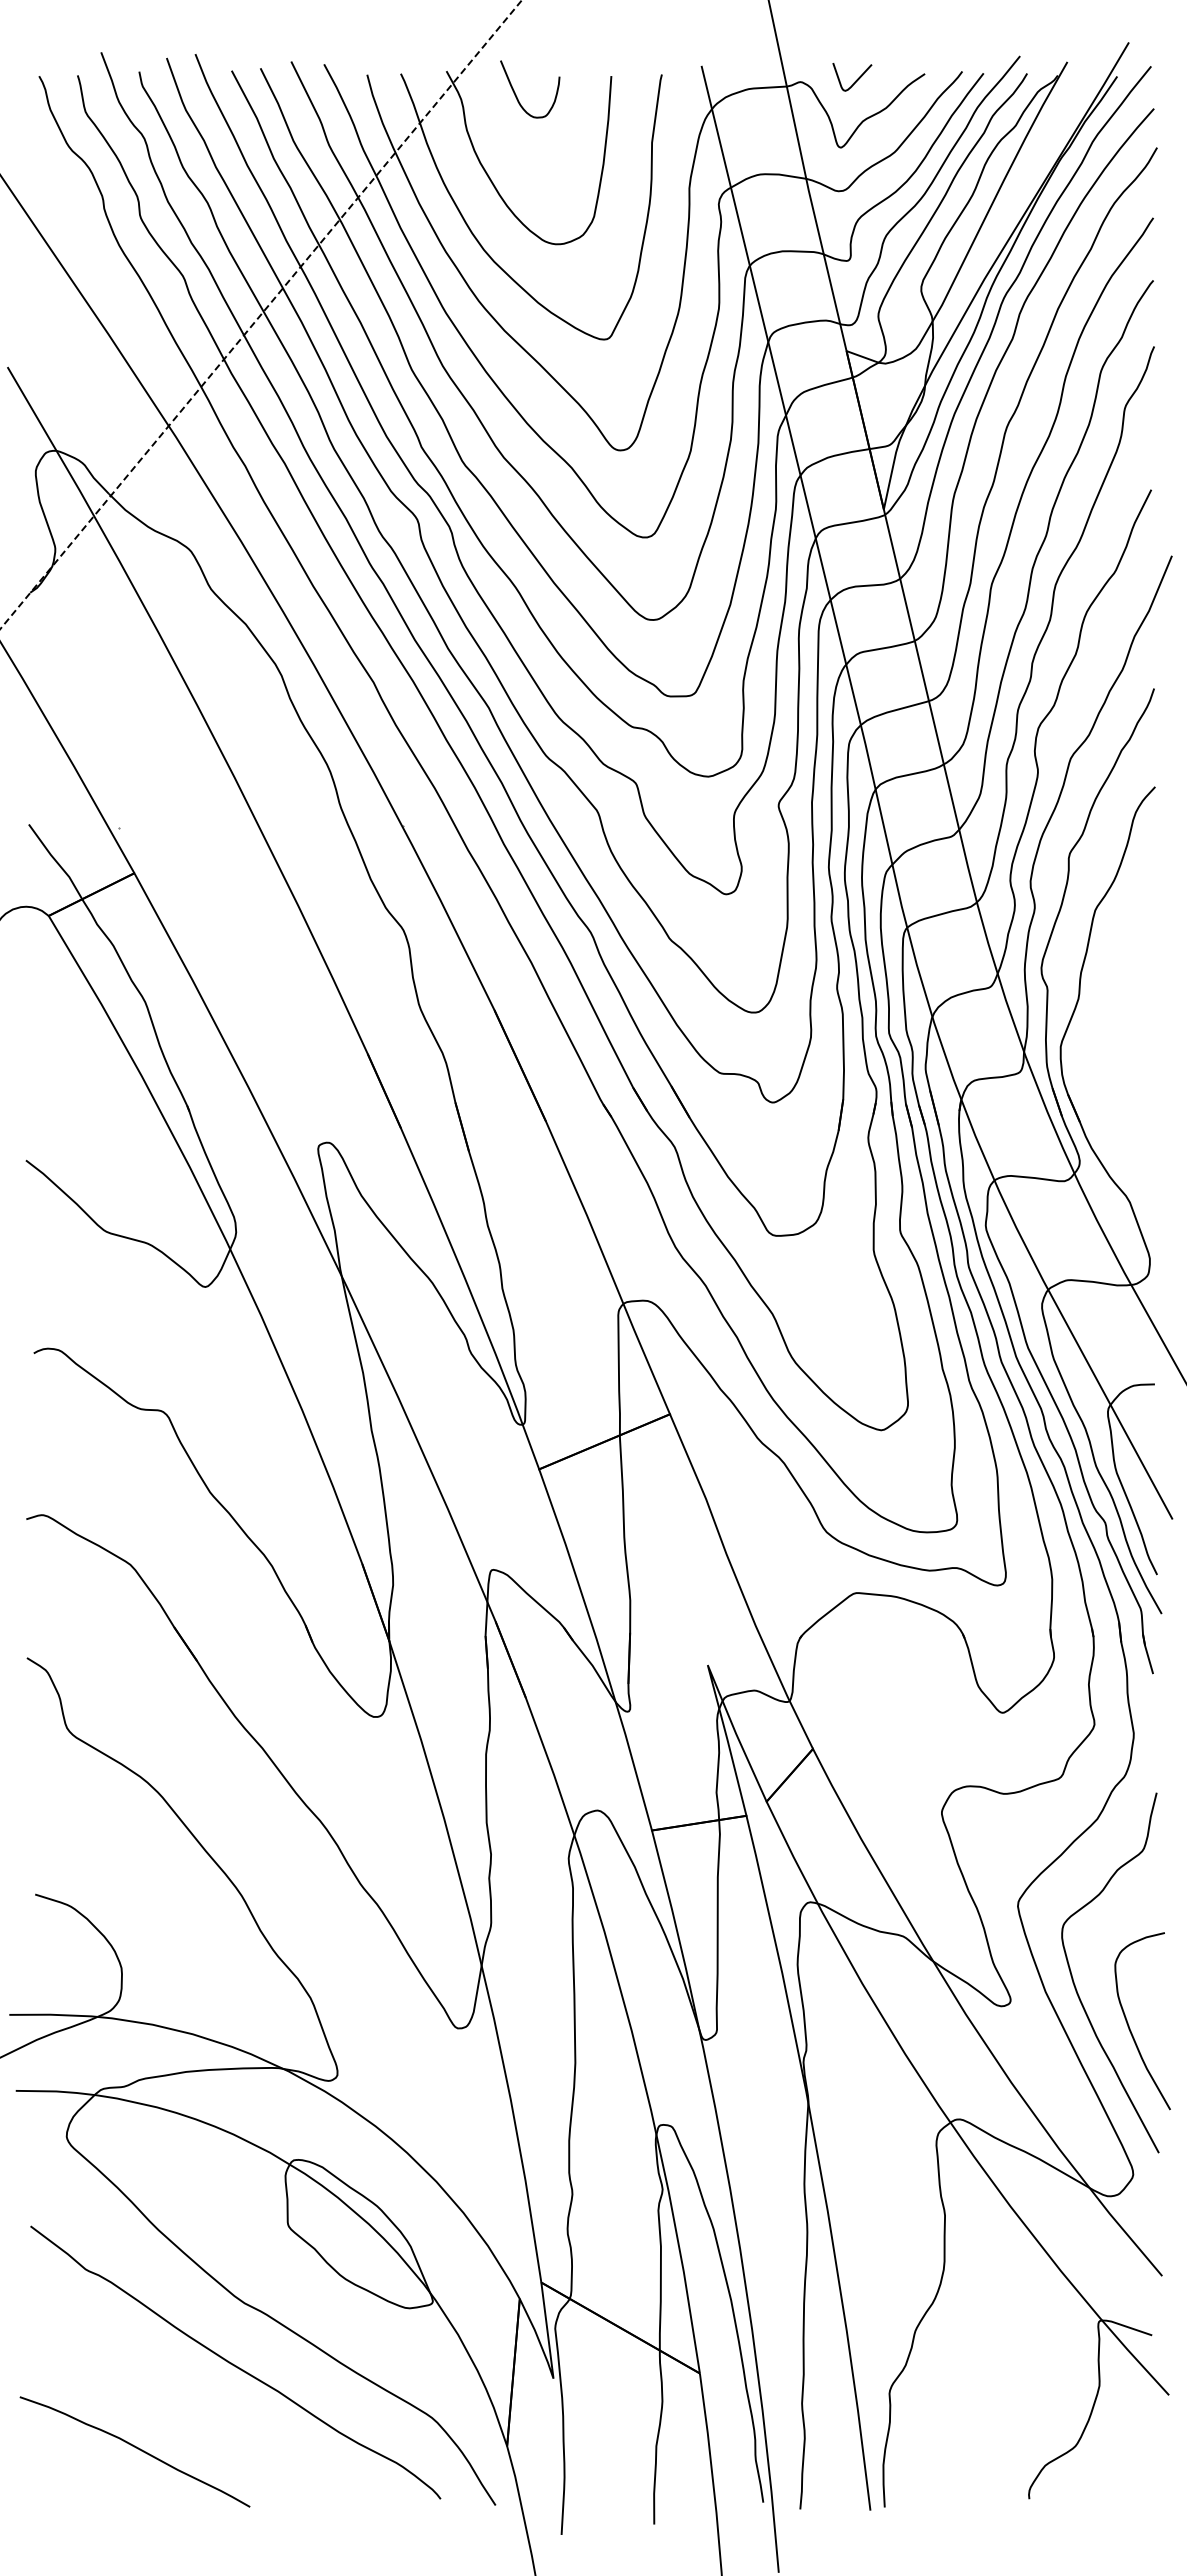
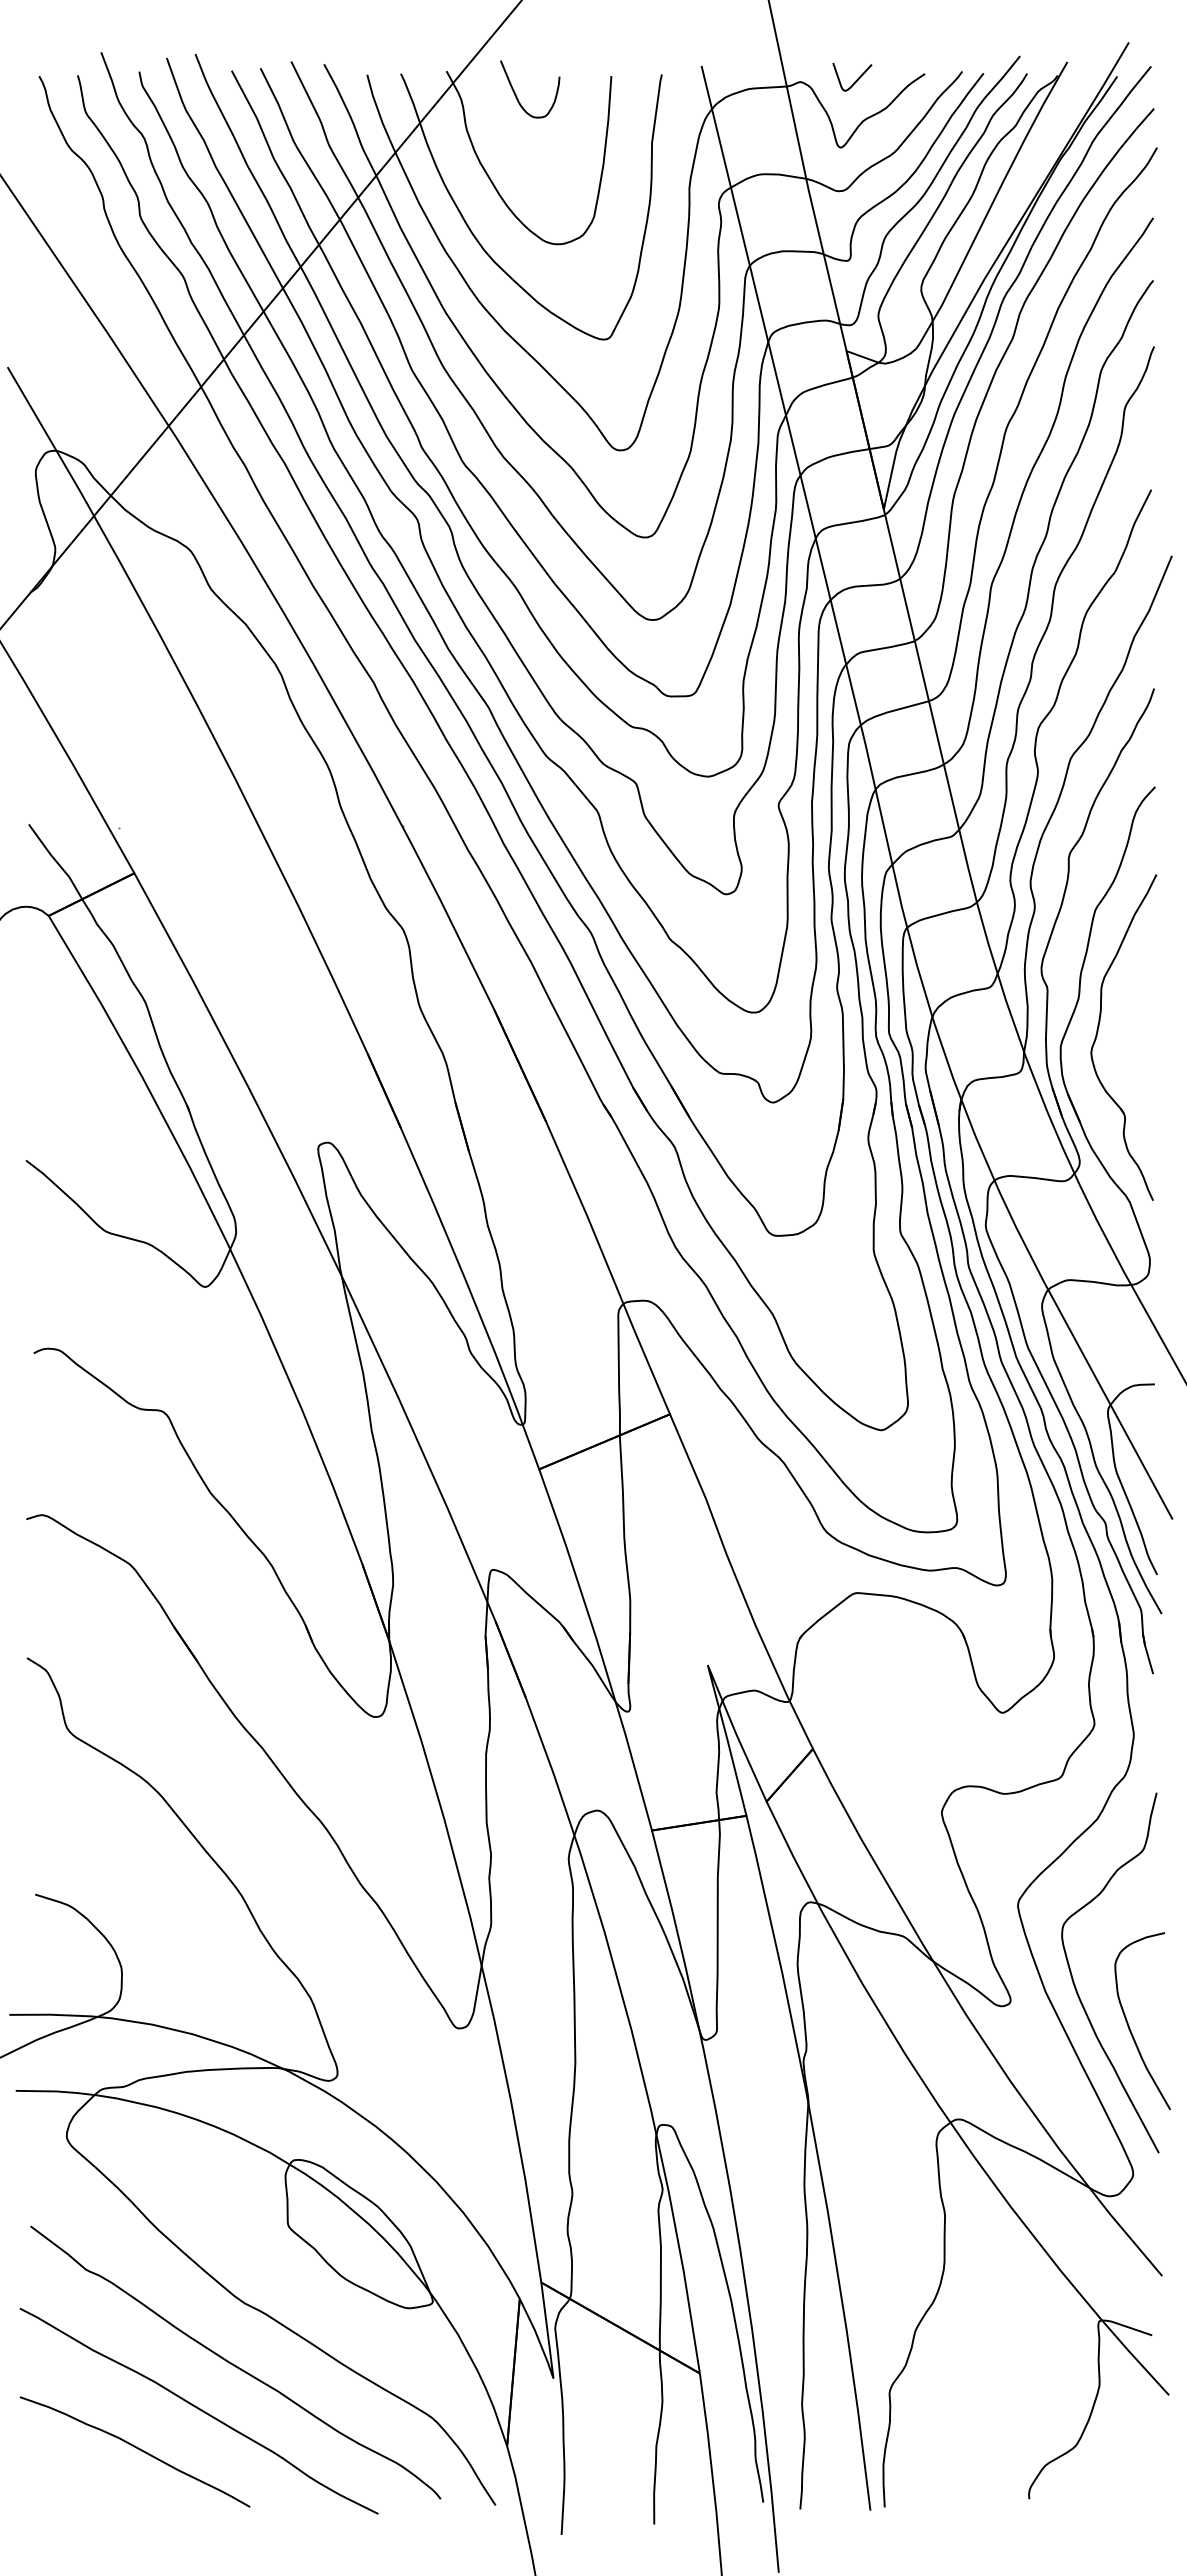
line at (261, 314): dashed -> solid
part at (1098, 1032): none -> present
curve at (198, 2409): none -> present
